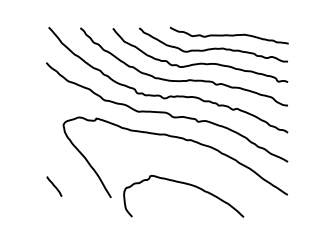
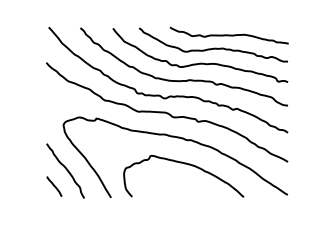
curve at (65, 169): none -> present
curve at (184, 184) position: (184, 184) -> (184, 164)
